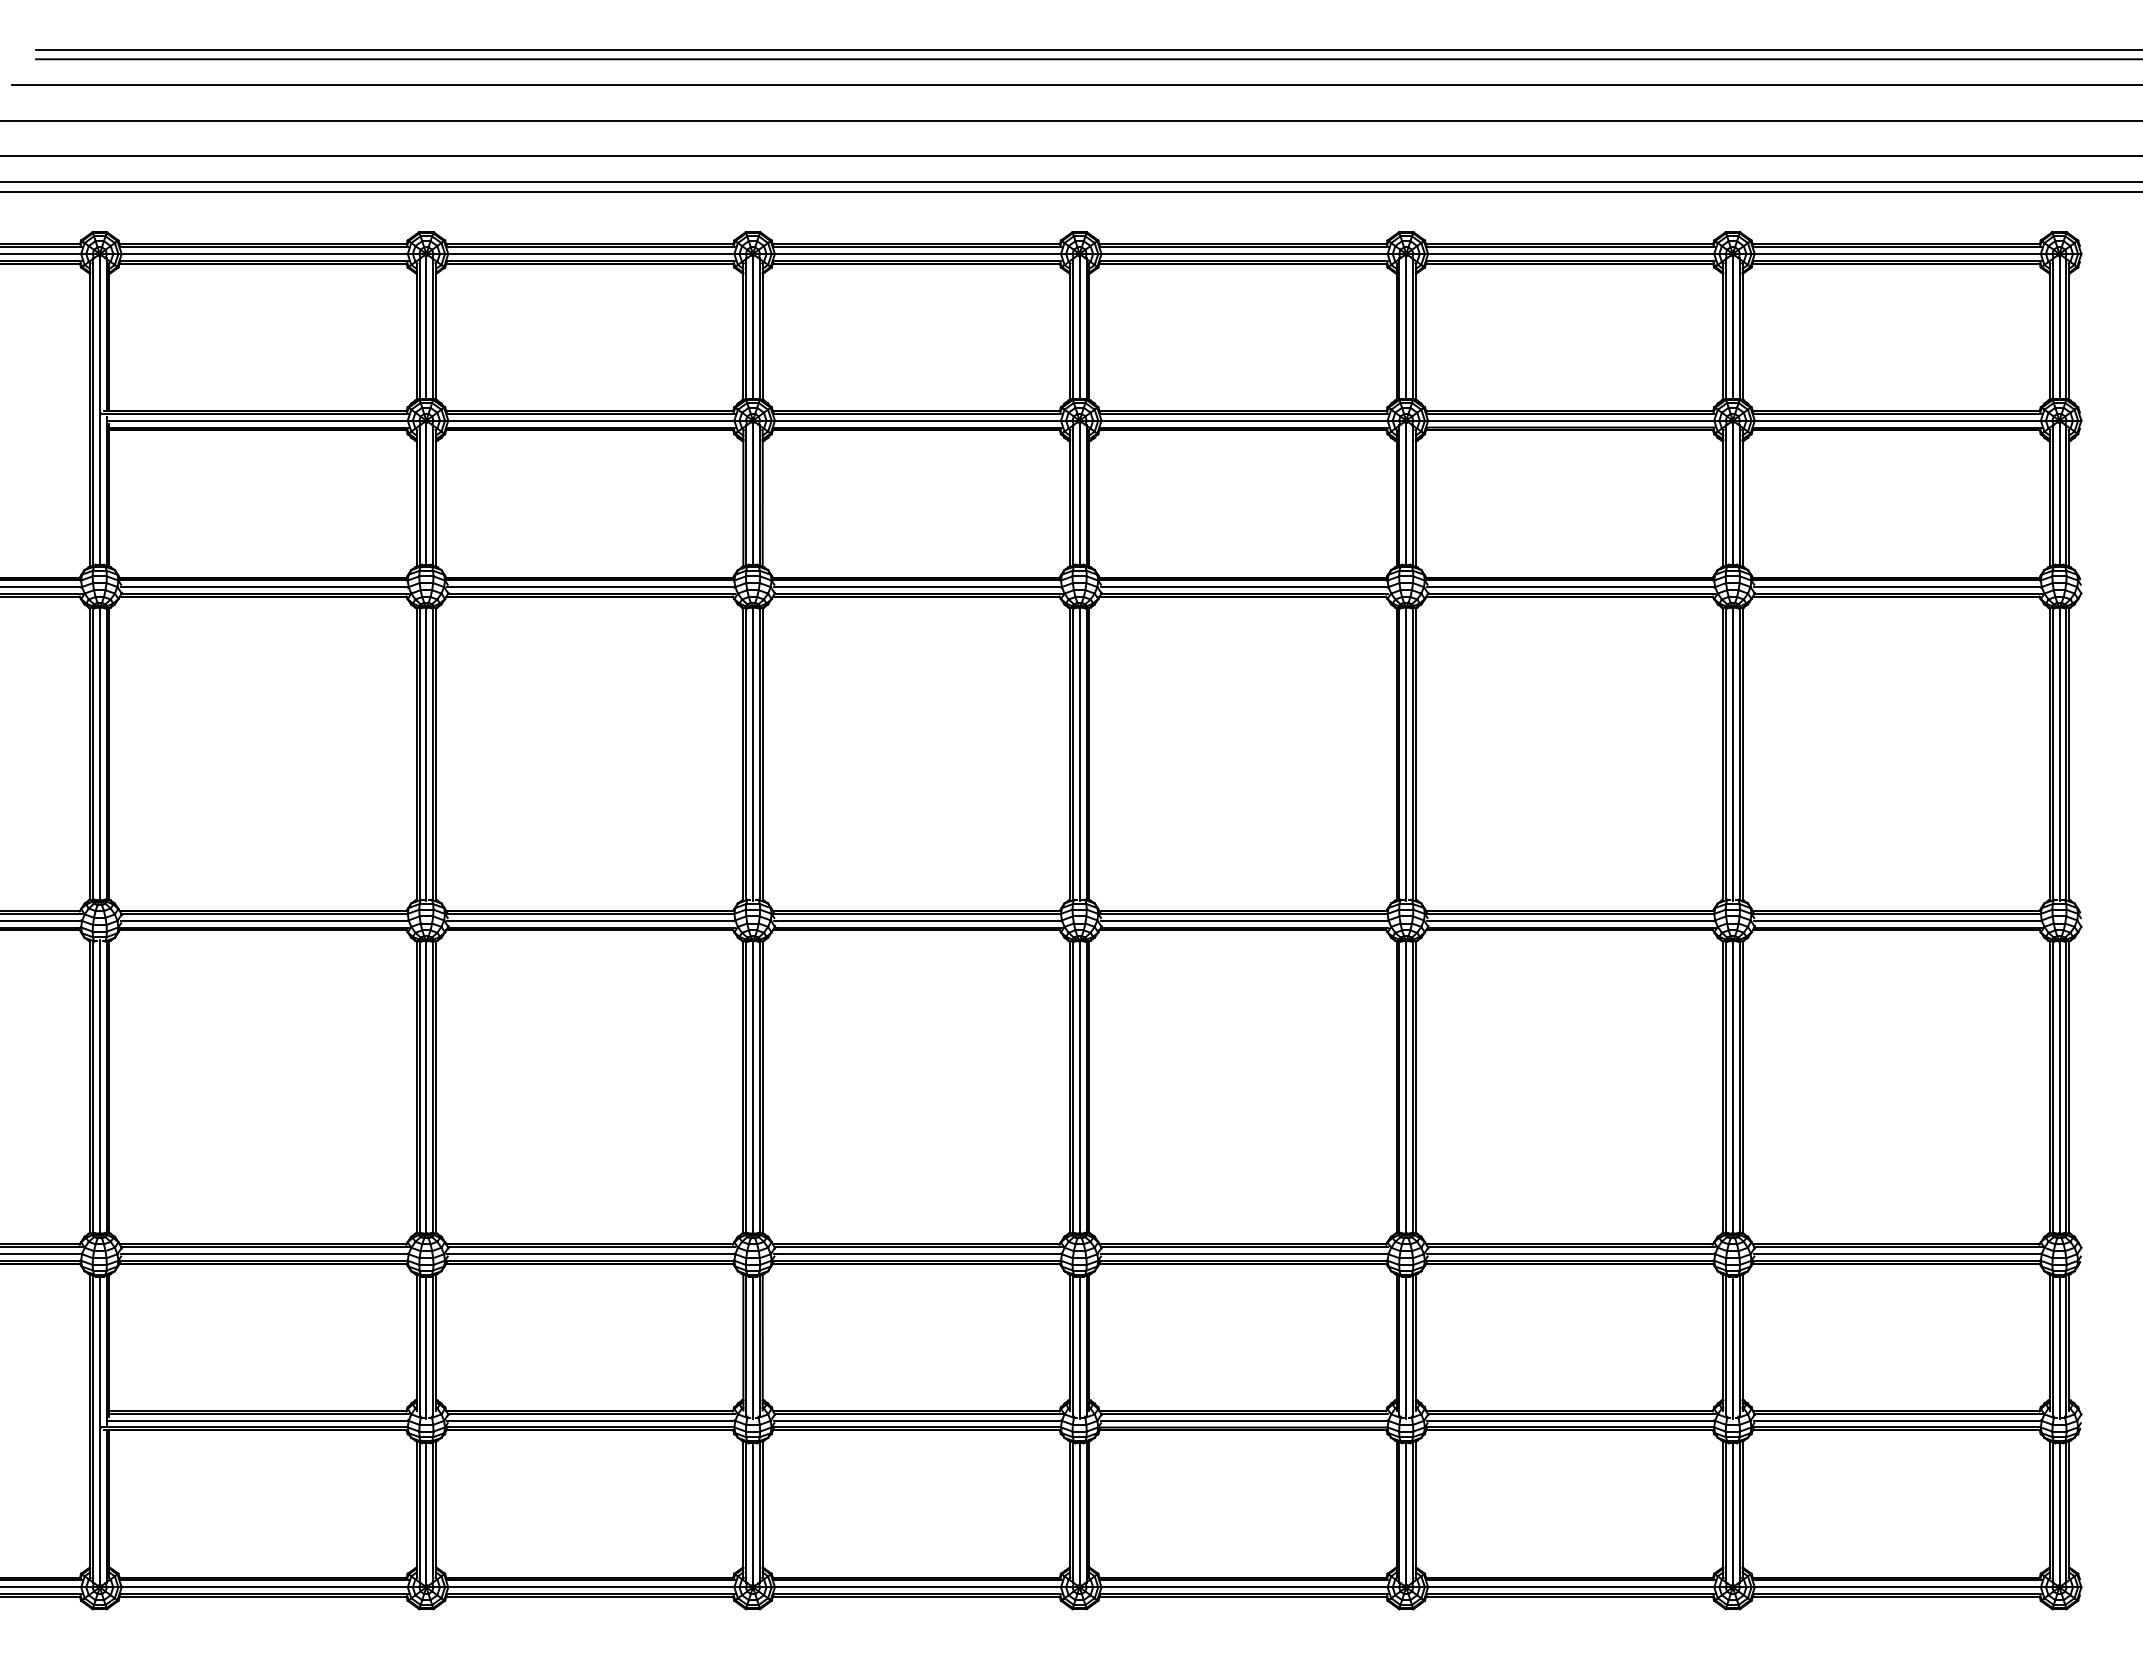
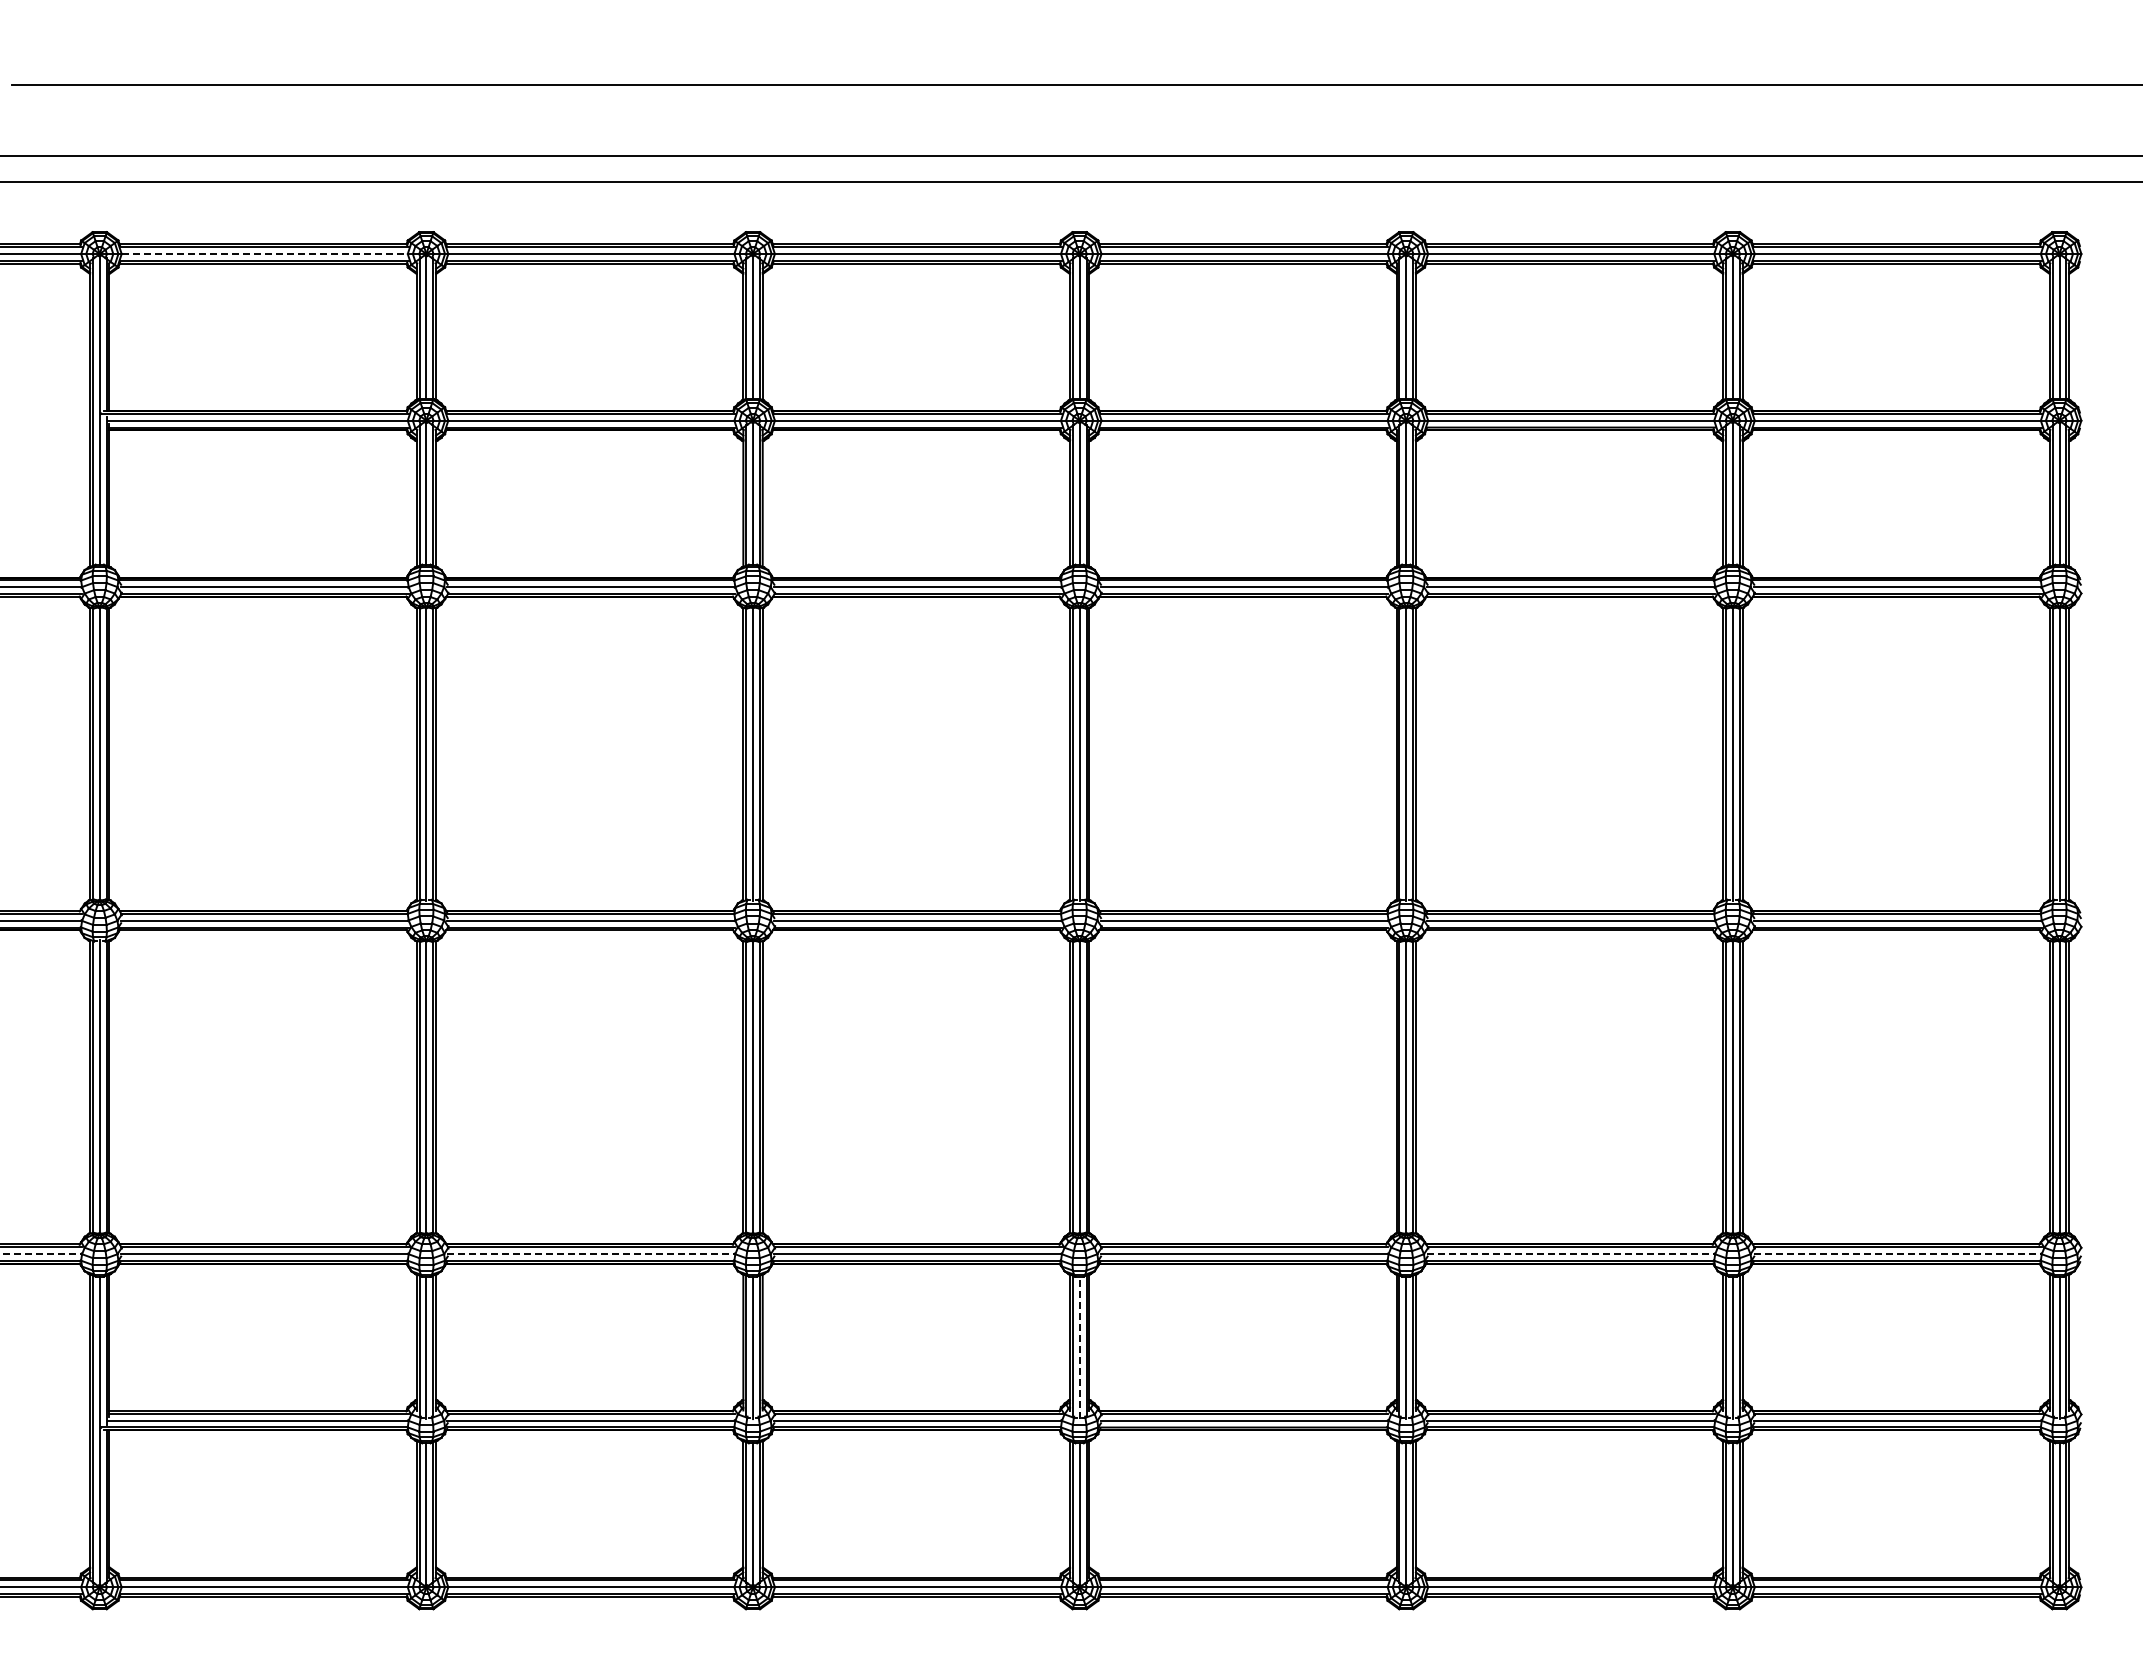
line at (1087, 49): present -> none
line at (1087, 59): present -> none
line at (1070, 120): present -> none
line at (1070, 191): present -> none
line at (264, 254): solid -> dashed
line at (41, 1253): solid -> dashed
line at (591, 1253): solid -> dashed
line at (1571, 1253): solid -> dashed
line at (1897, 1253): solid -> dashed
line at (1079, 1347): solid -> dashed
